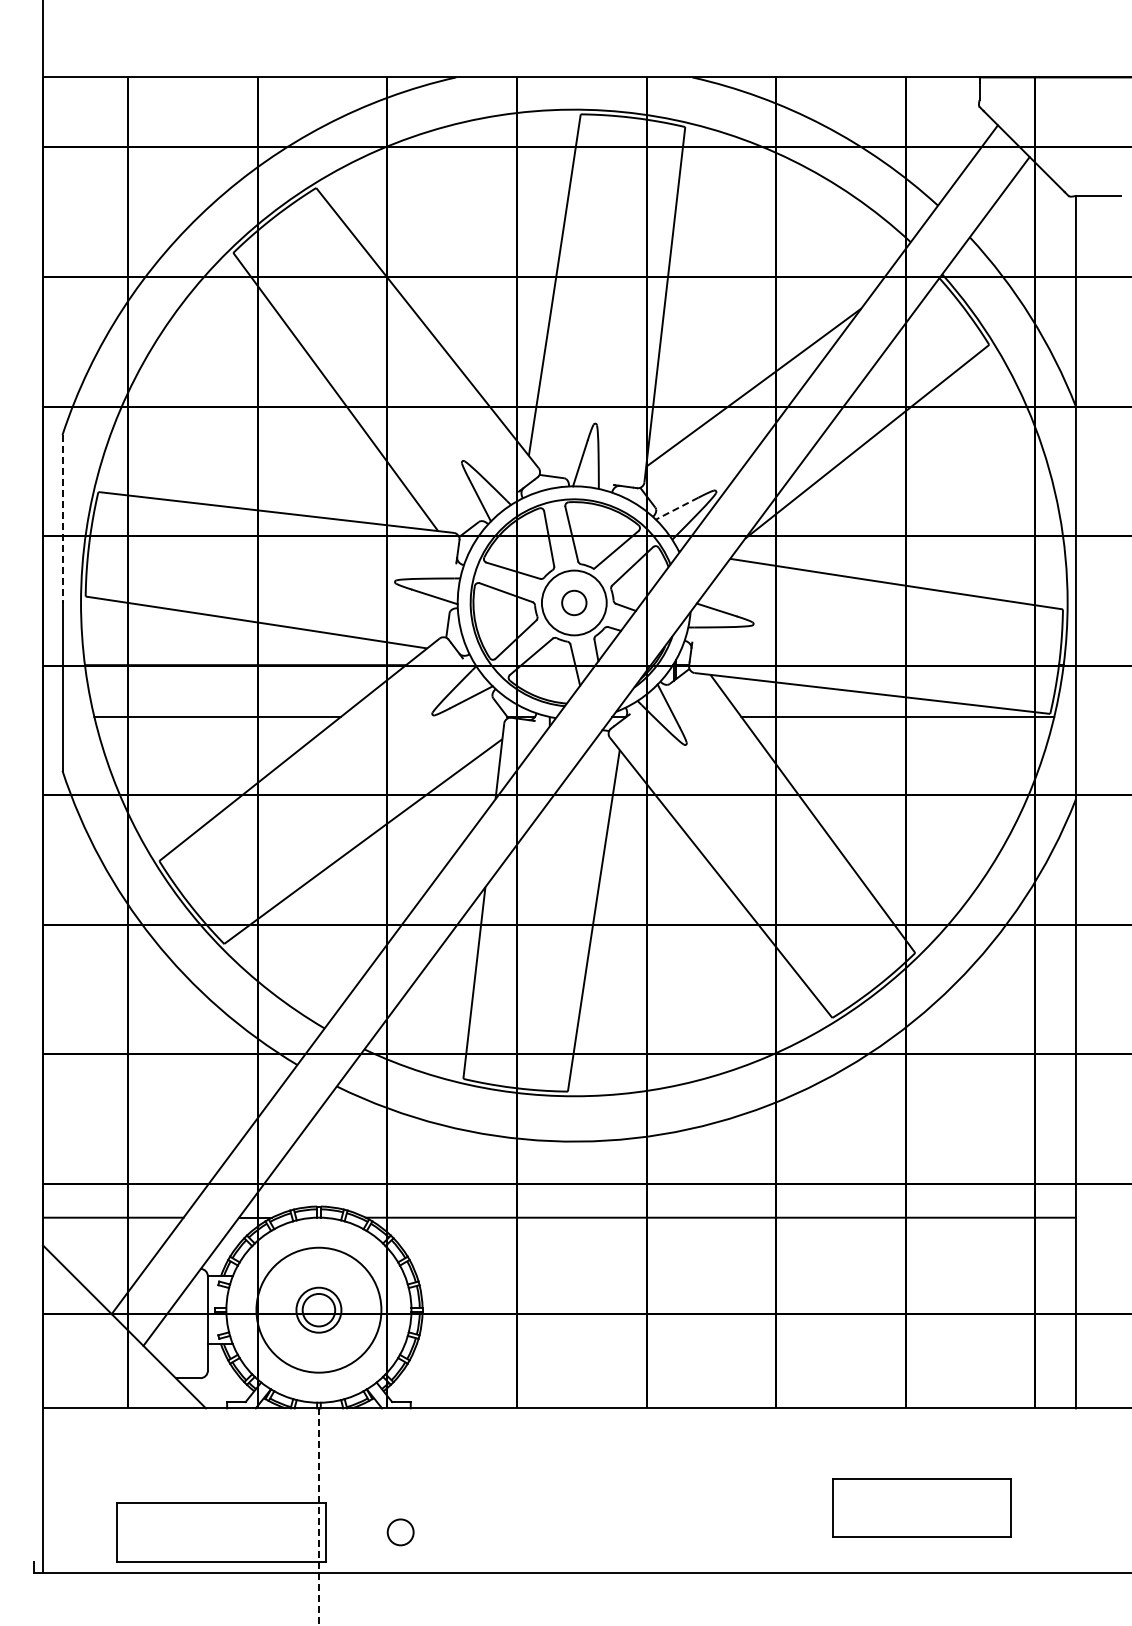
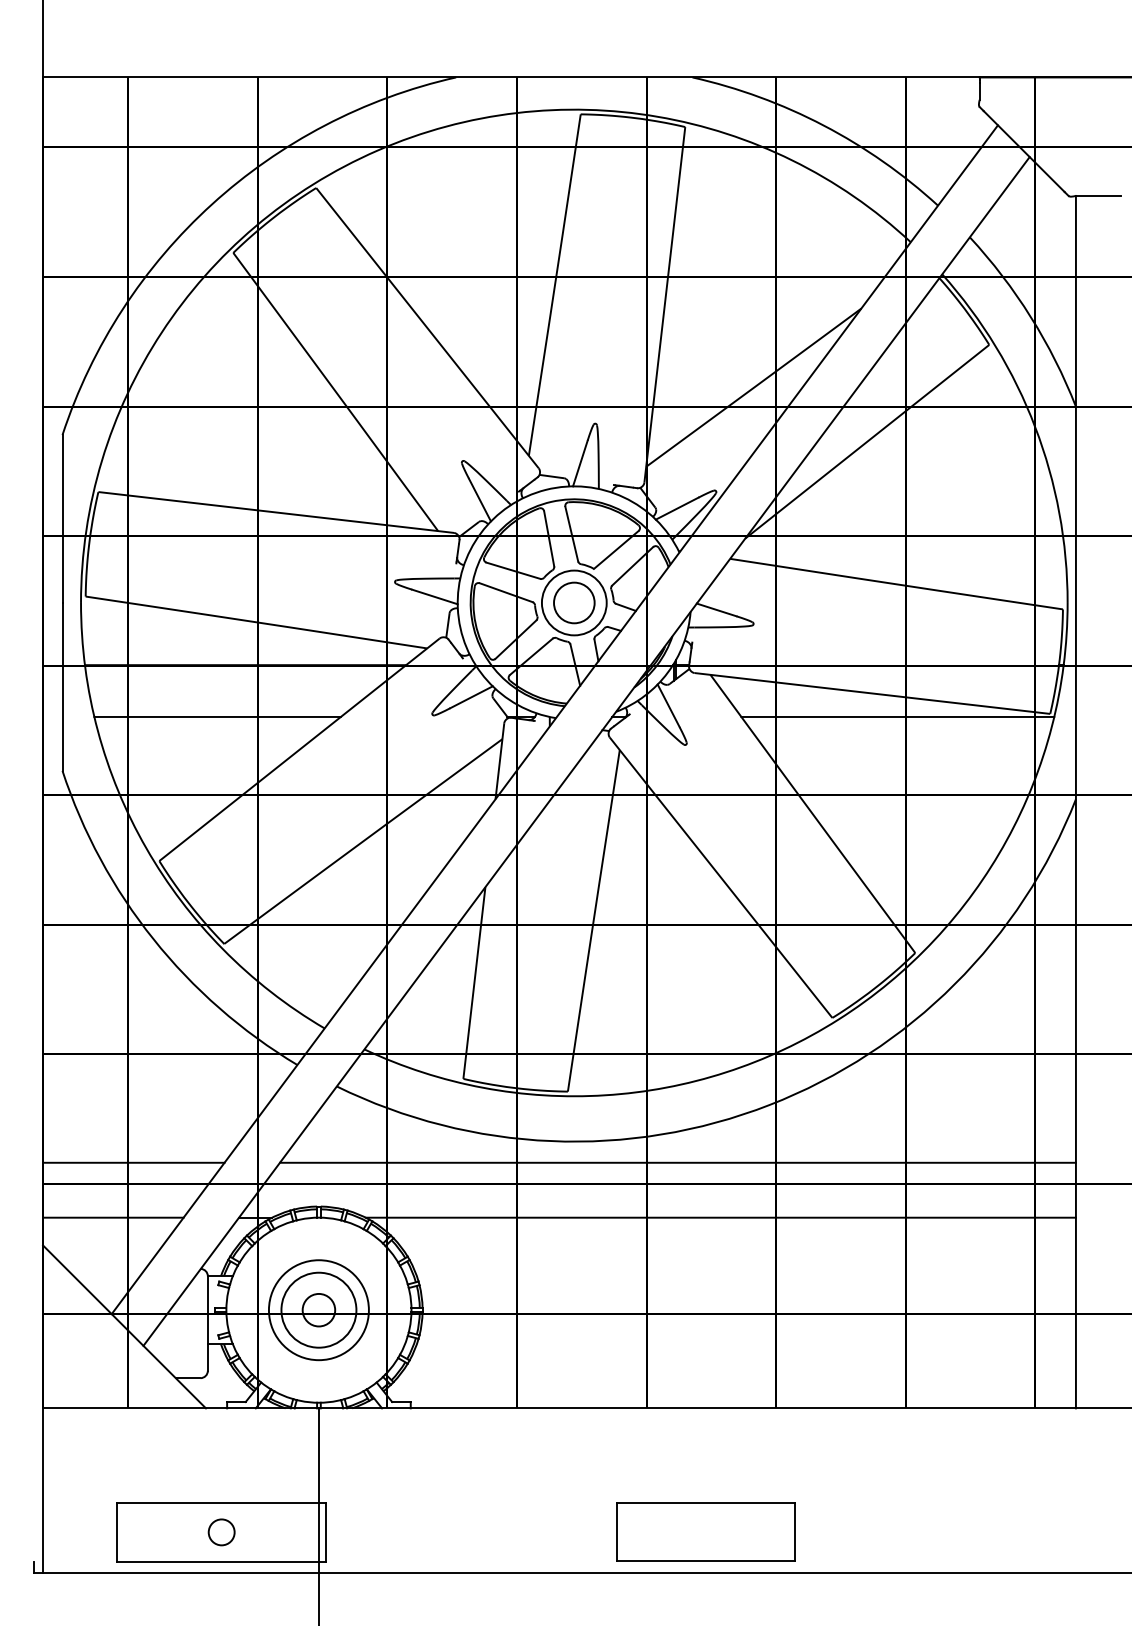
line at (677, 508): dashed -> solid
line at (62, 519): dashed -> solid
circle at (574, 602) diameter: 24 px -> 41 px
line at (133, 1162): none -> present
line at (677, 1162): none -> present
circle at (318, 1309) diameter: 125 px -> 100 px
circle at (318, 1309) diameter: 45 px -> 75 px
part at (921, 1507) position: (921, 1507) -> (705, 1531)
line at (318, 1516): dashed -> solid
circle at (400, 1532) position: (400, 1532) -> (221, 1532)
